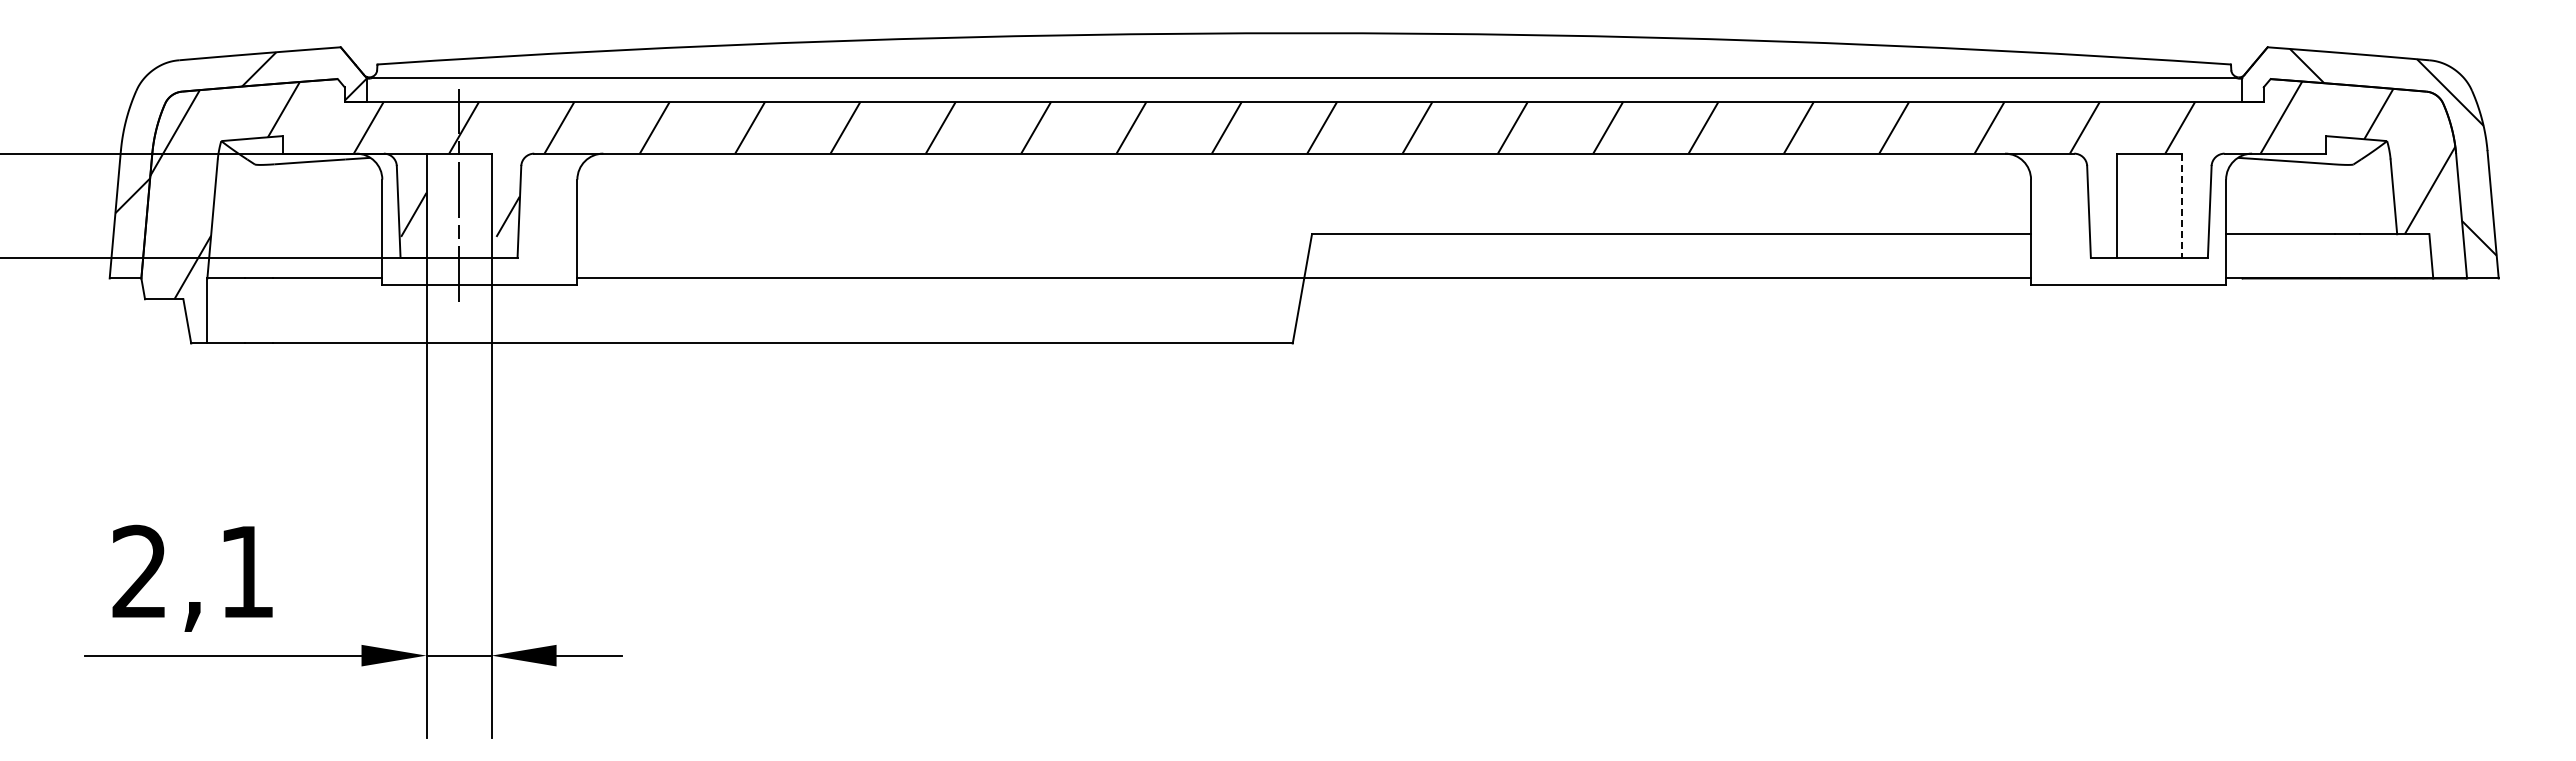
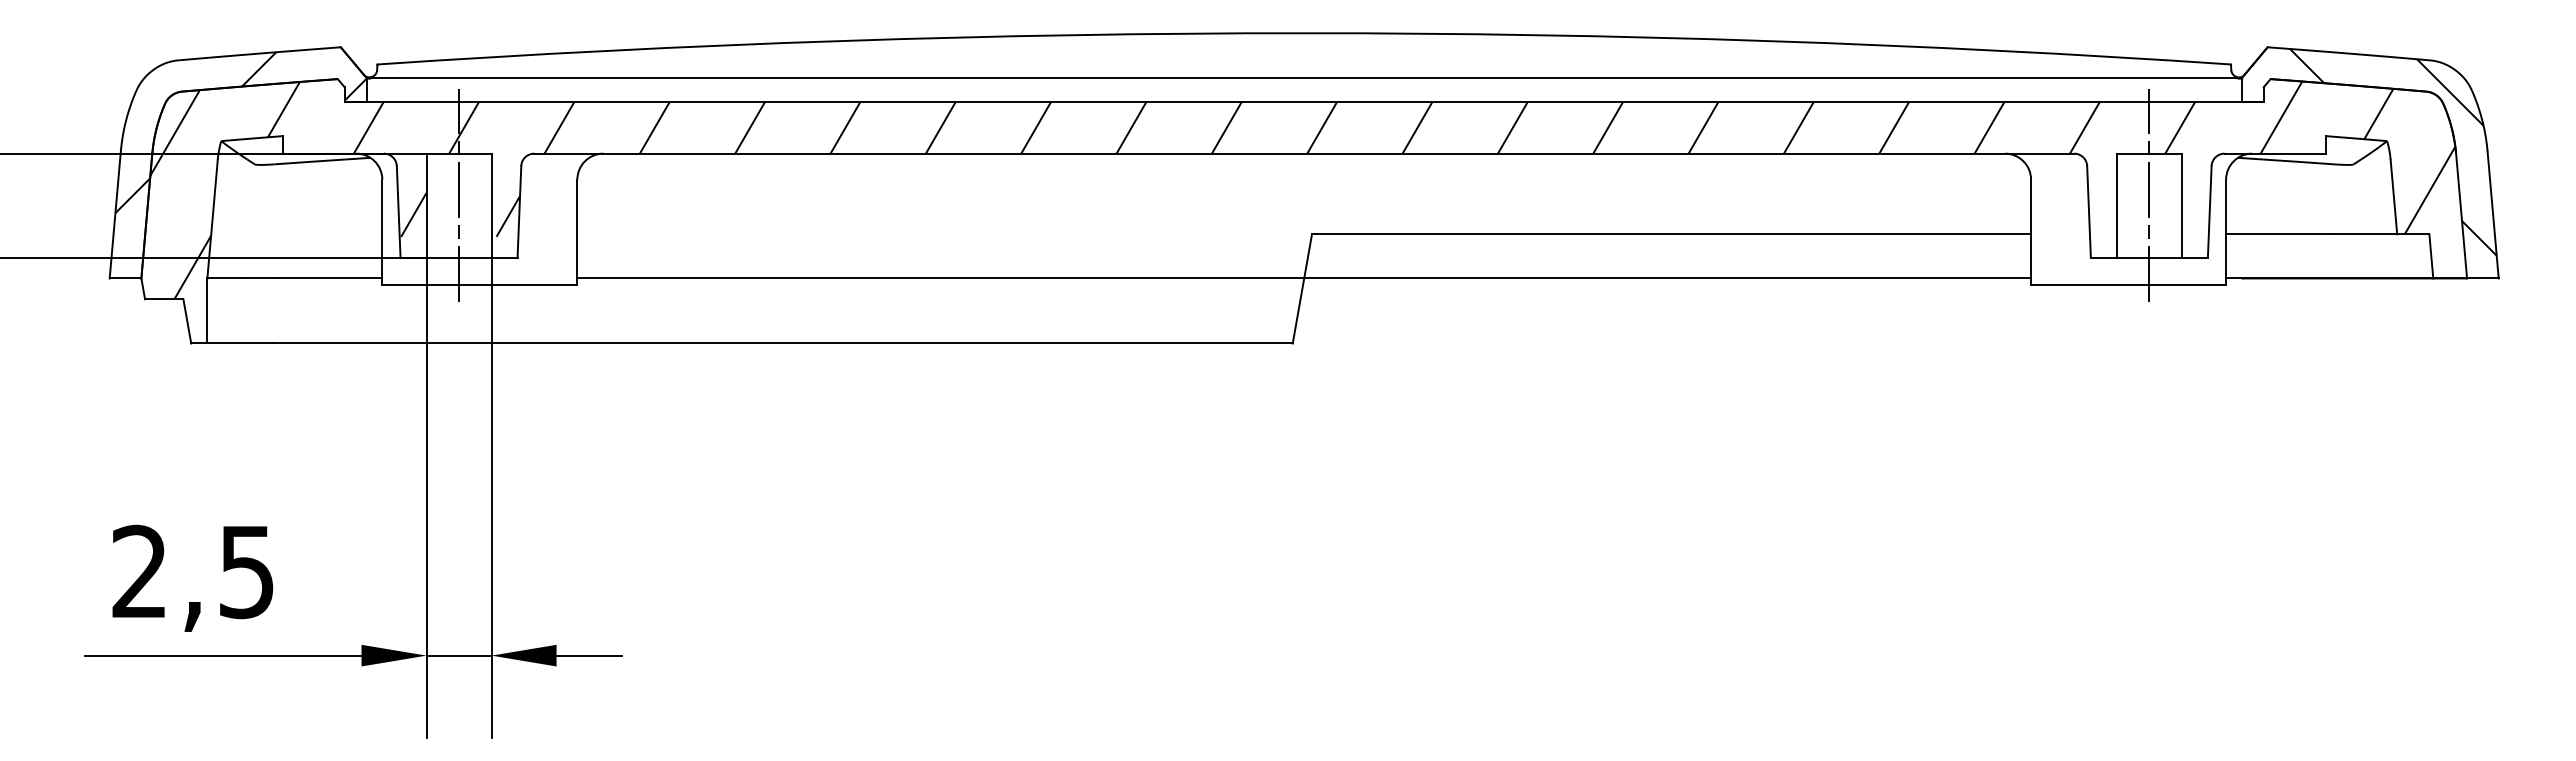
line at (2149, 194): none -> present
line at (2181, 206): dashed -> solid
text at (246, 572): 2,1 -> 2,5
